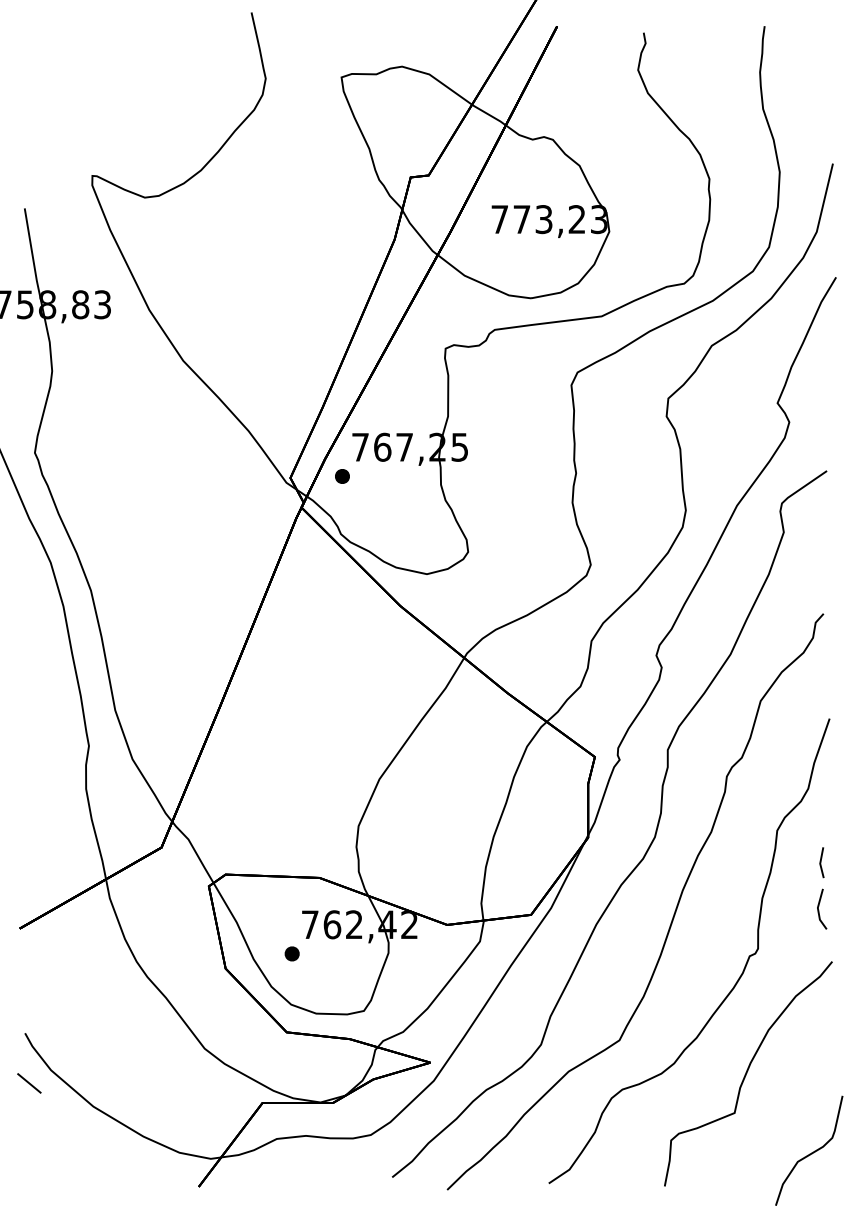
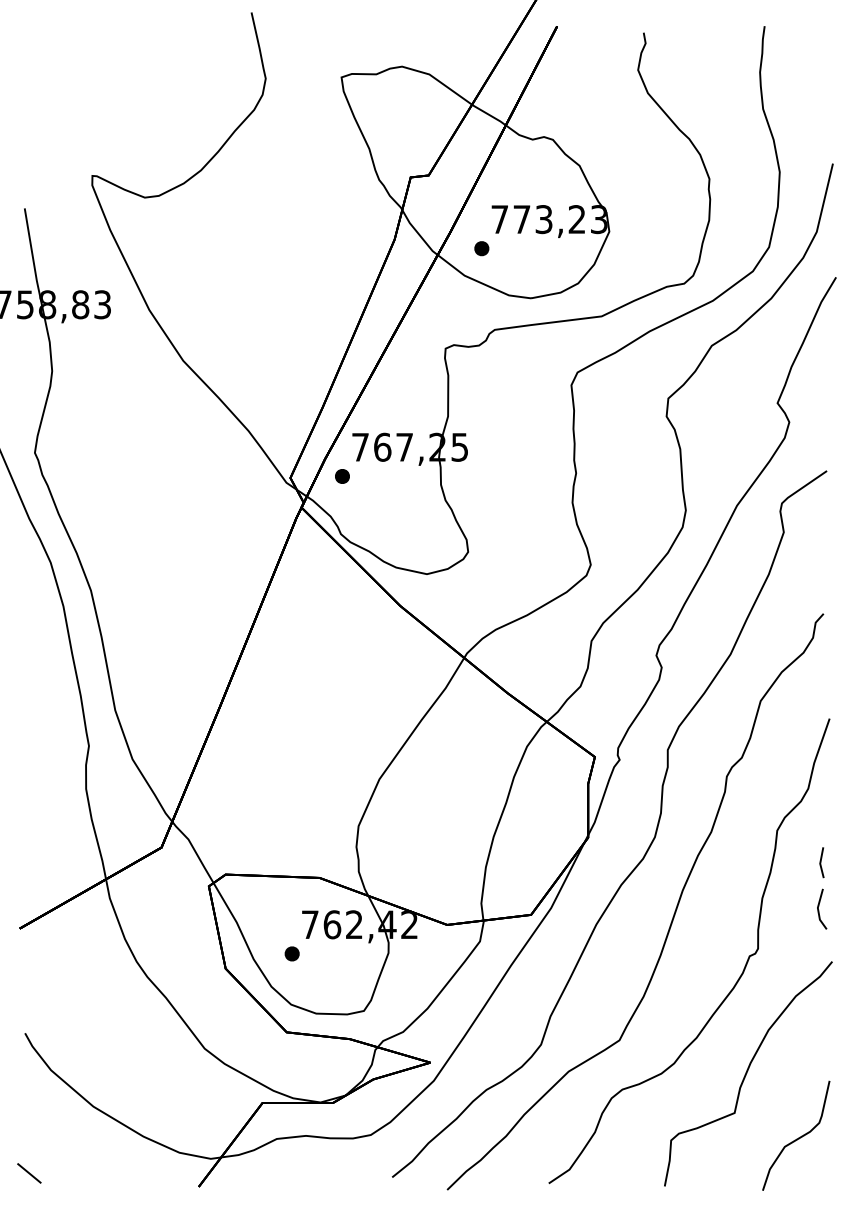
part at (481, 248): none -> present
line at (29, 1083) position: (29, 1083) -> (29, 1173)
part at (809, 1150) position: (809, 1150) -> (796, 1135)
